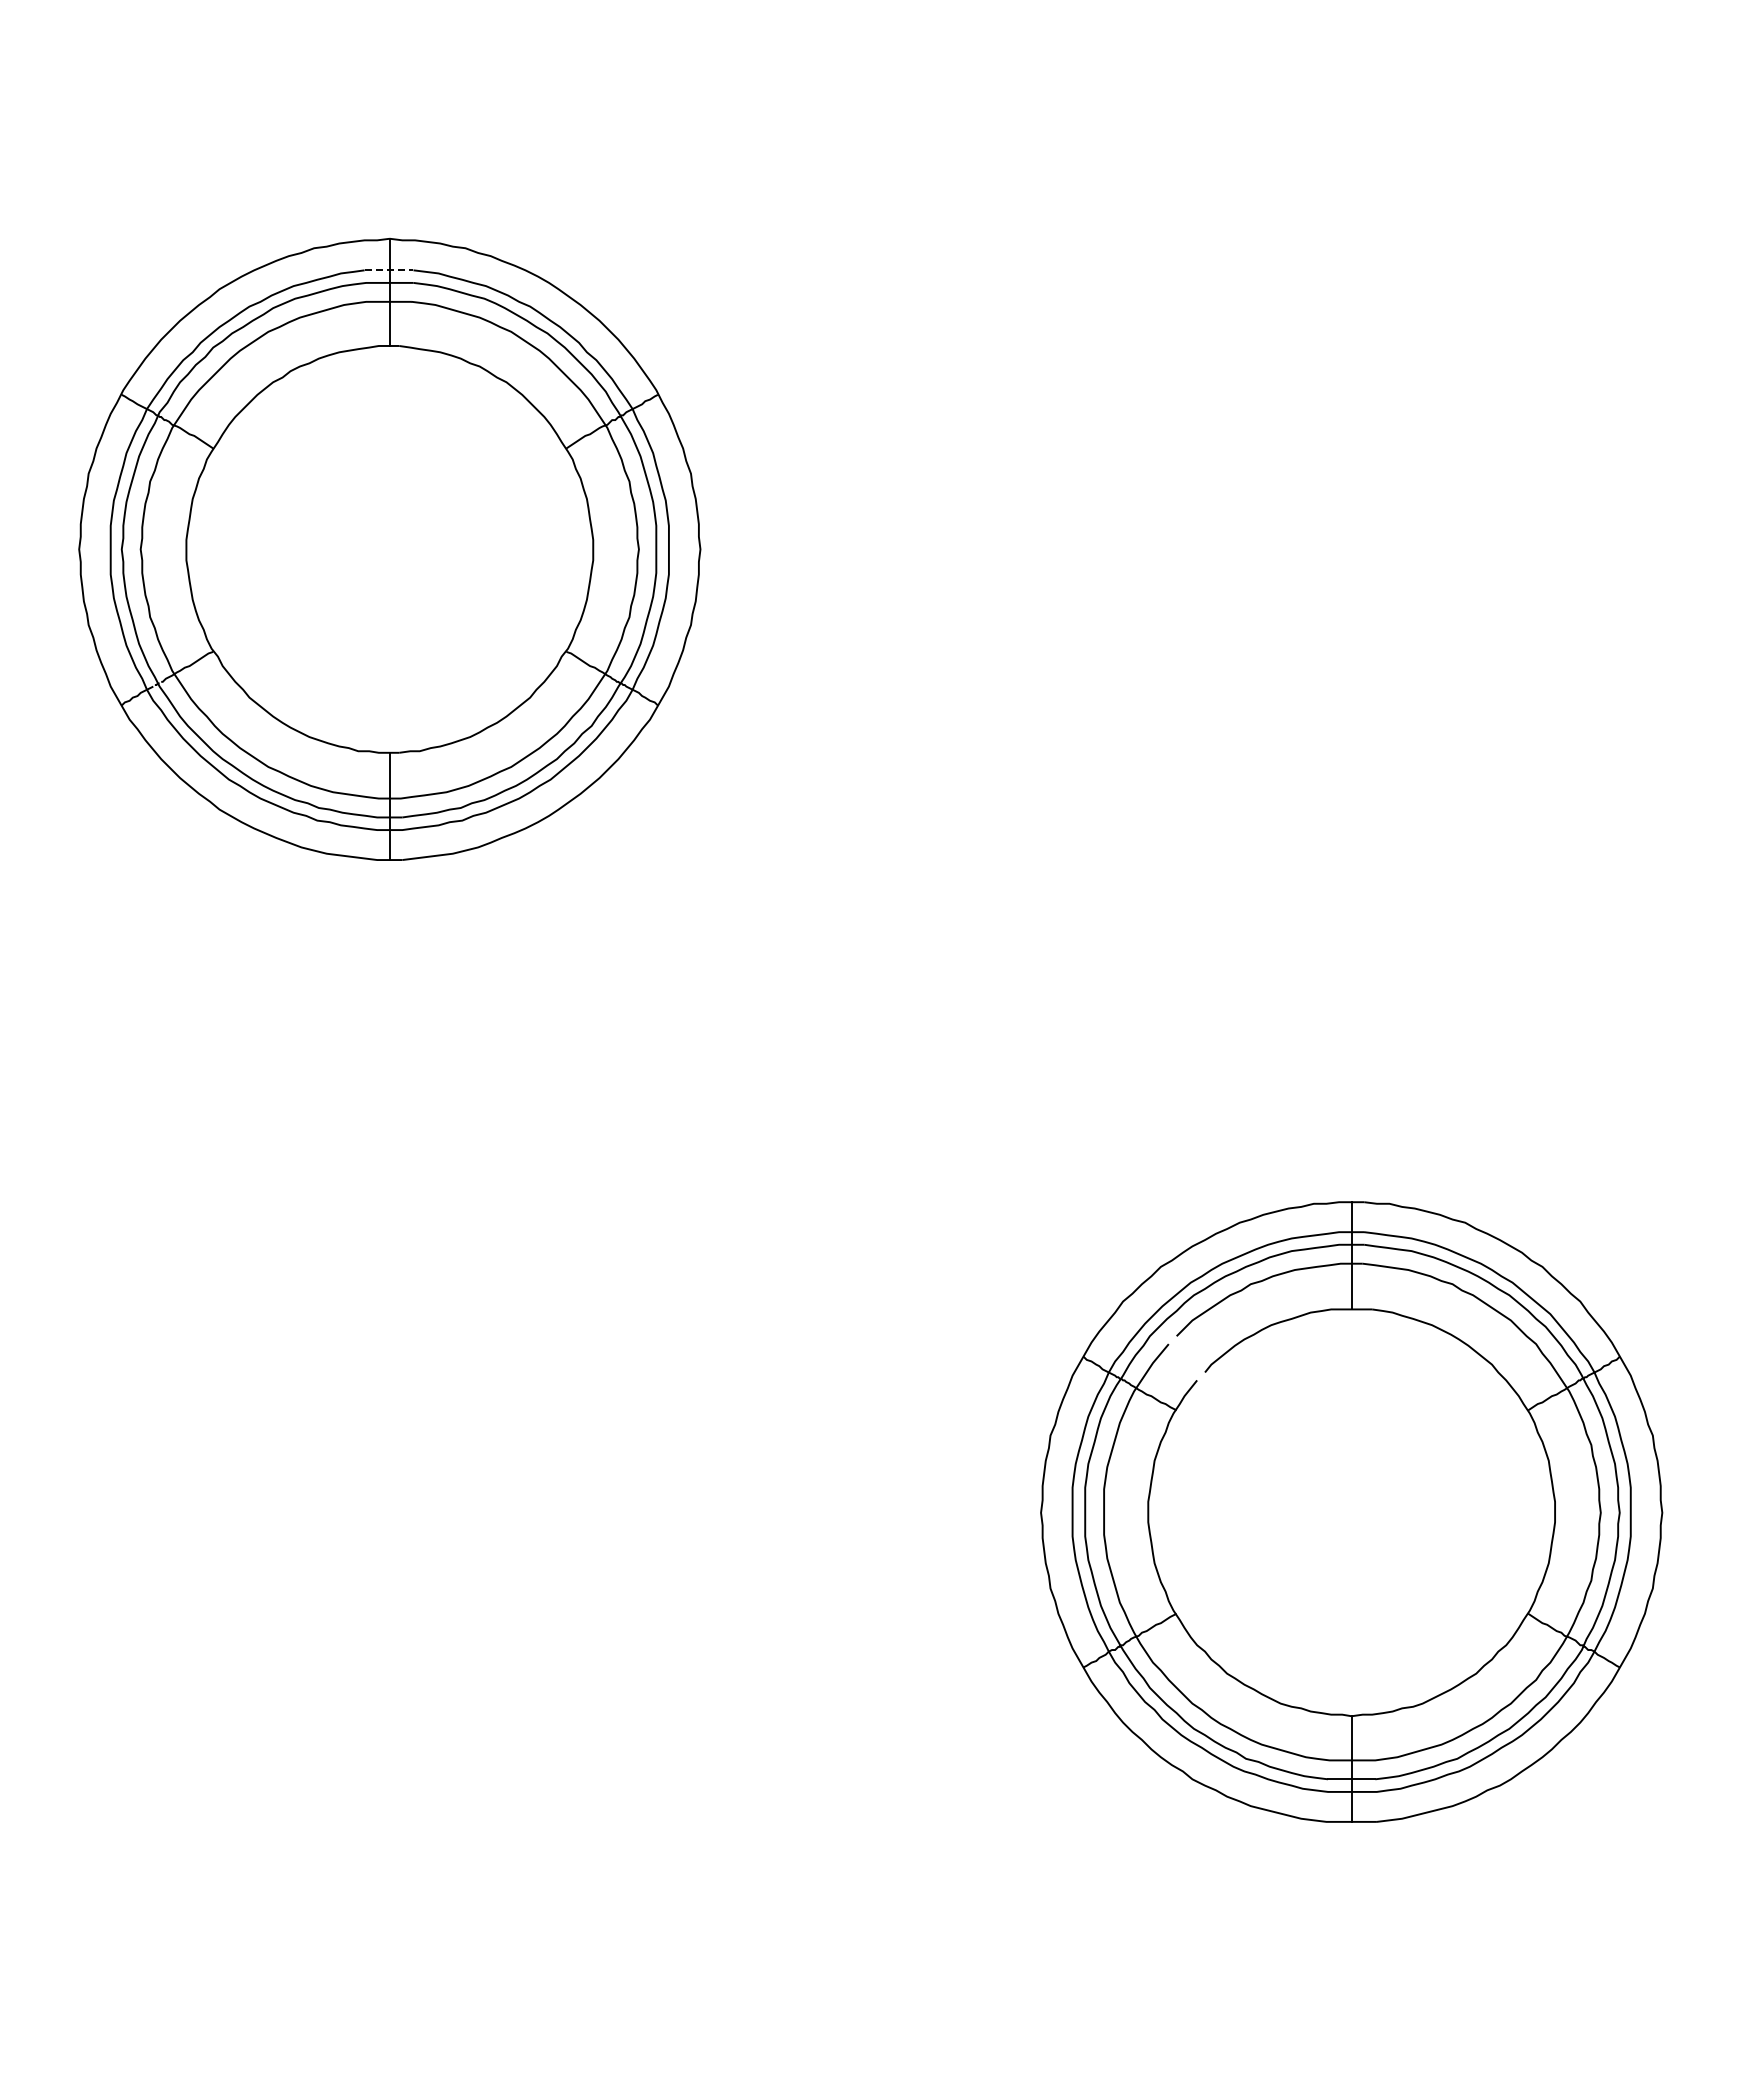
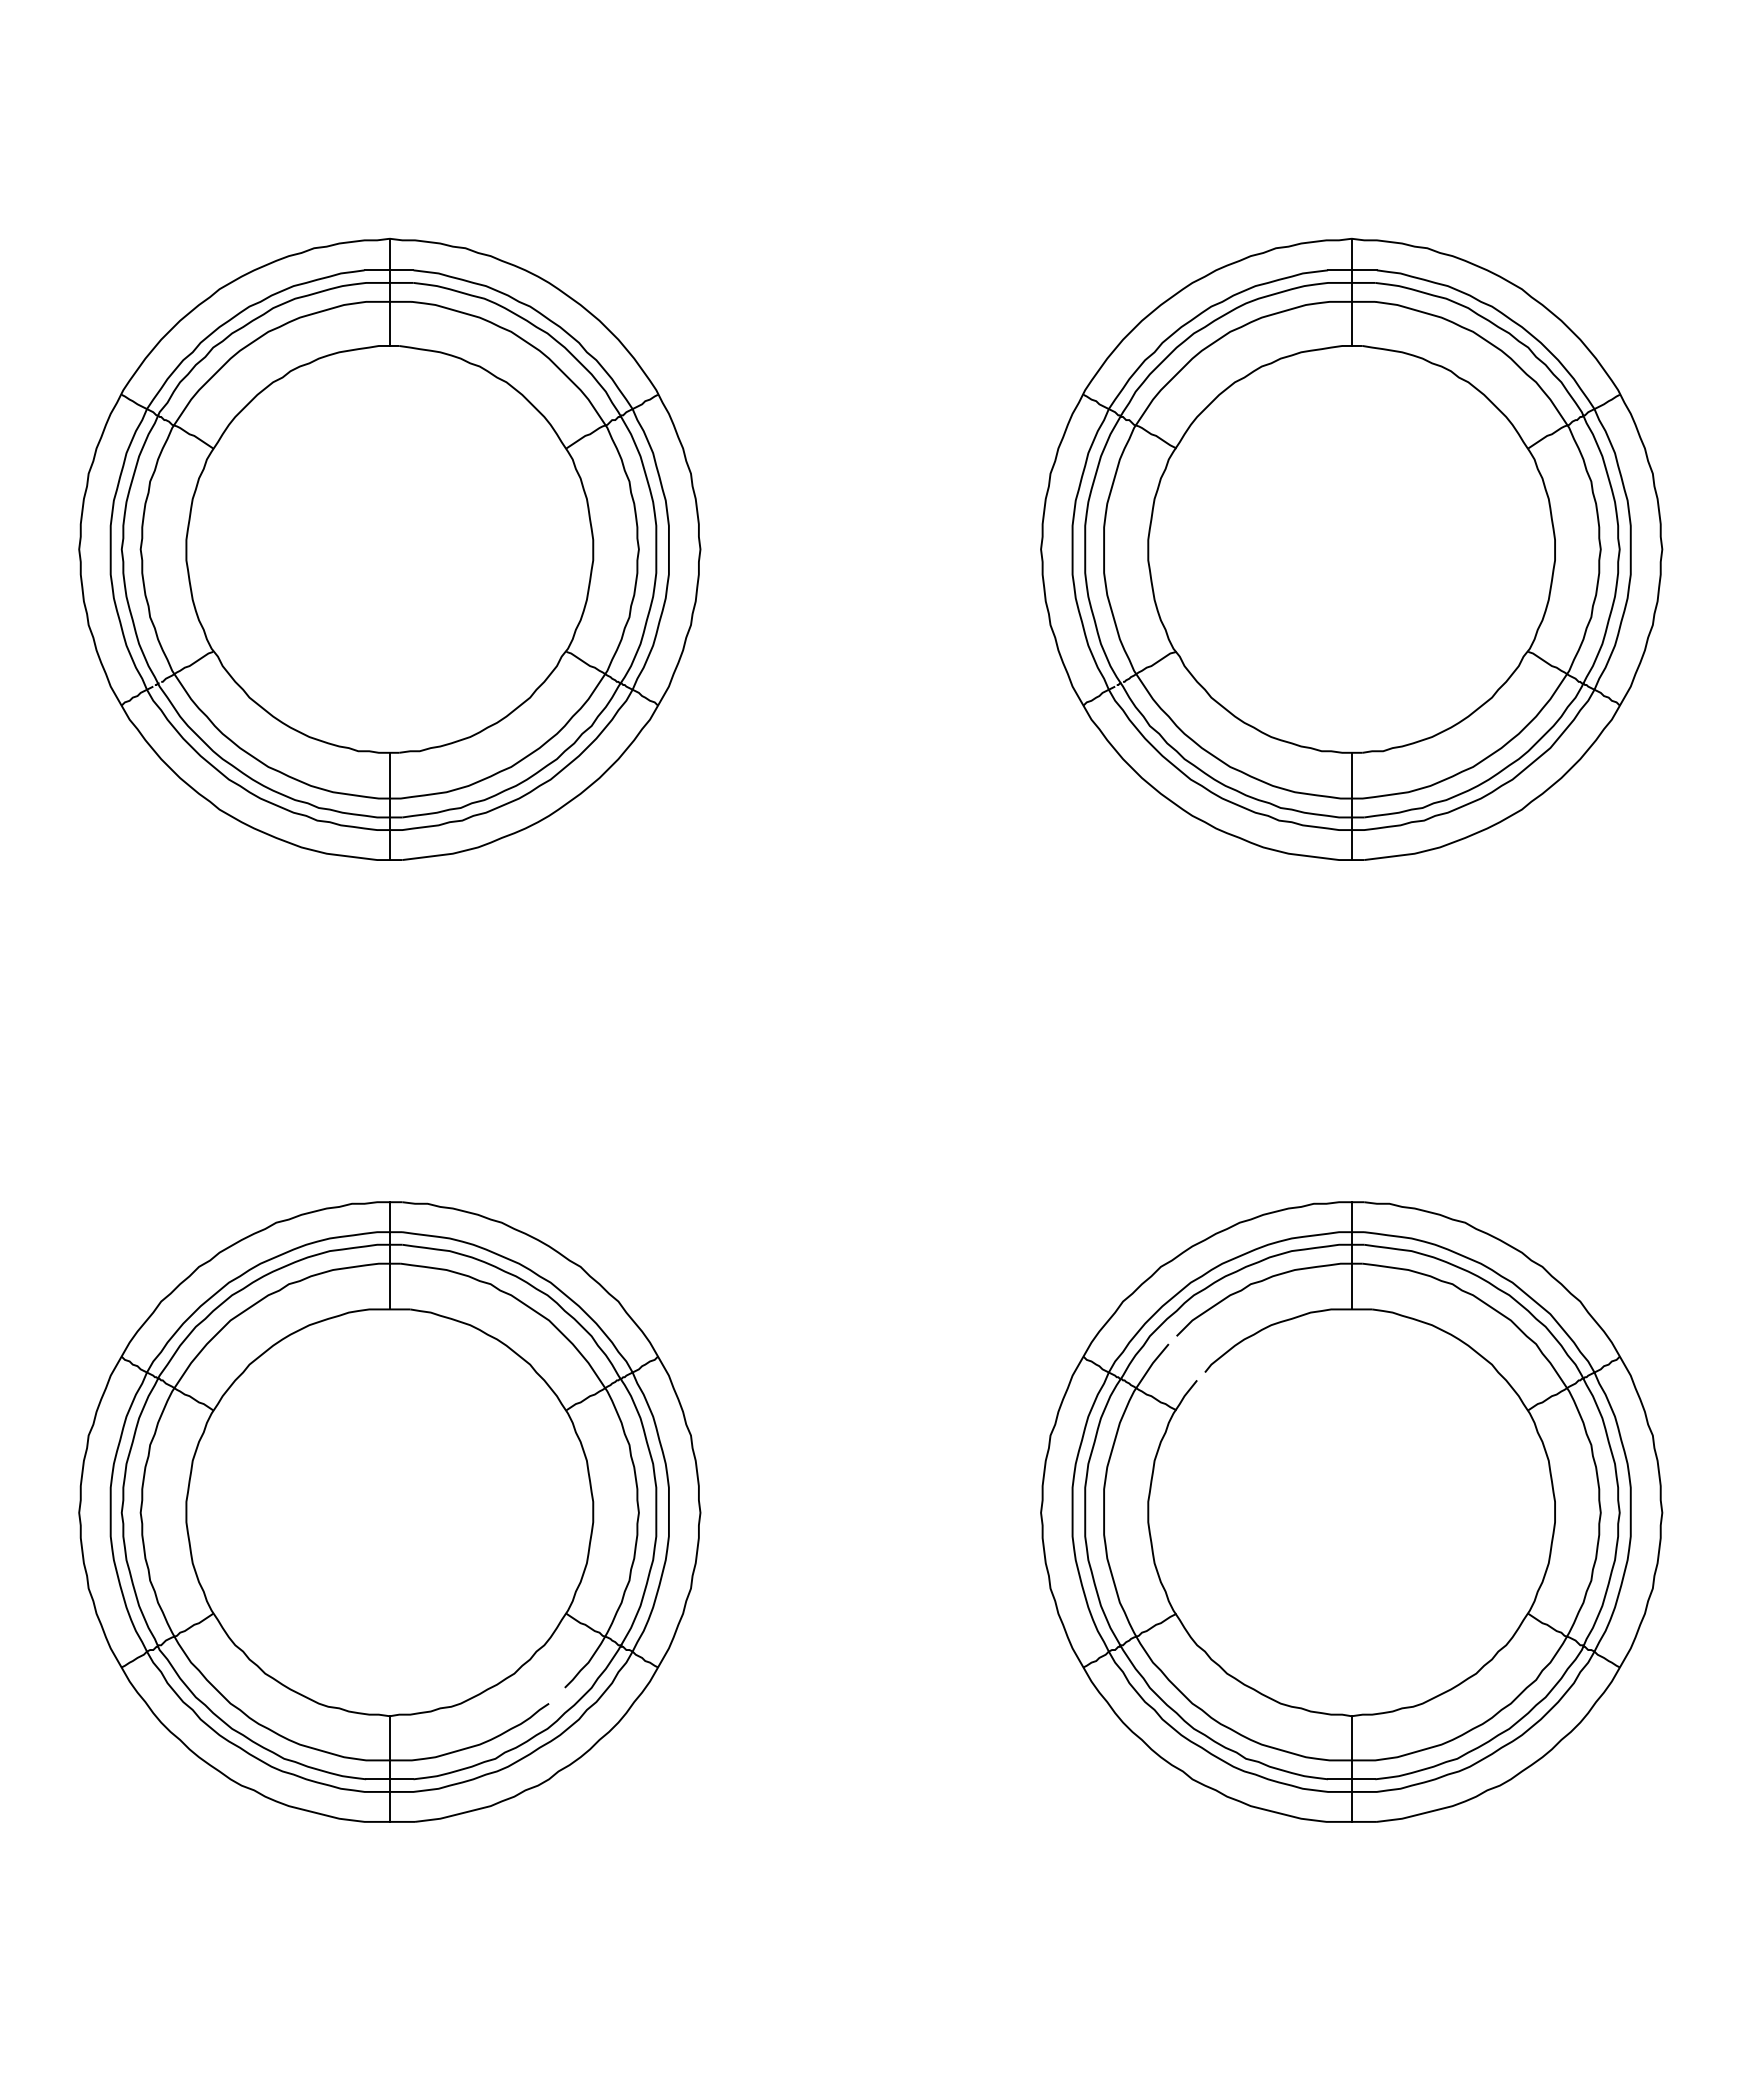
line at (389, 270): dashed -> solid
part at (1351, 548): none -> present
part at (389, 1511): none -> present
